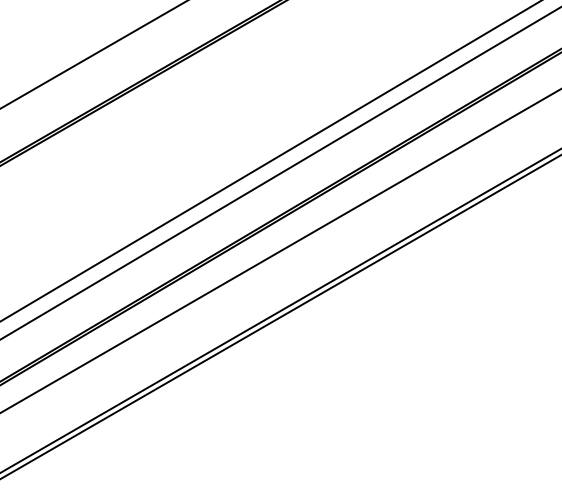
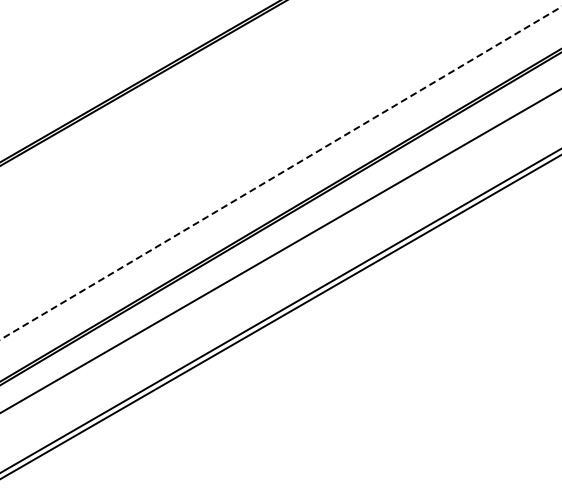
line at (93, 54): present -> none
line at (270, 161): present -> none
line at (280, 173): solid -> dashed
